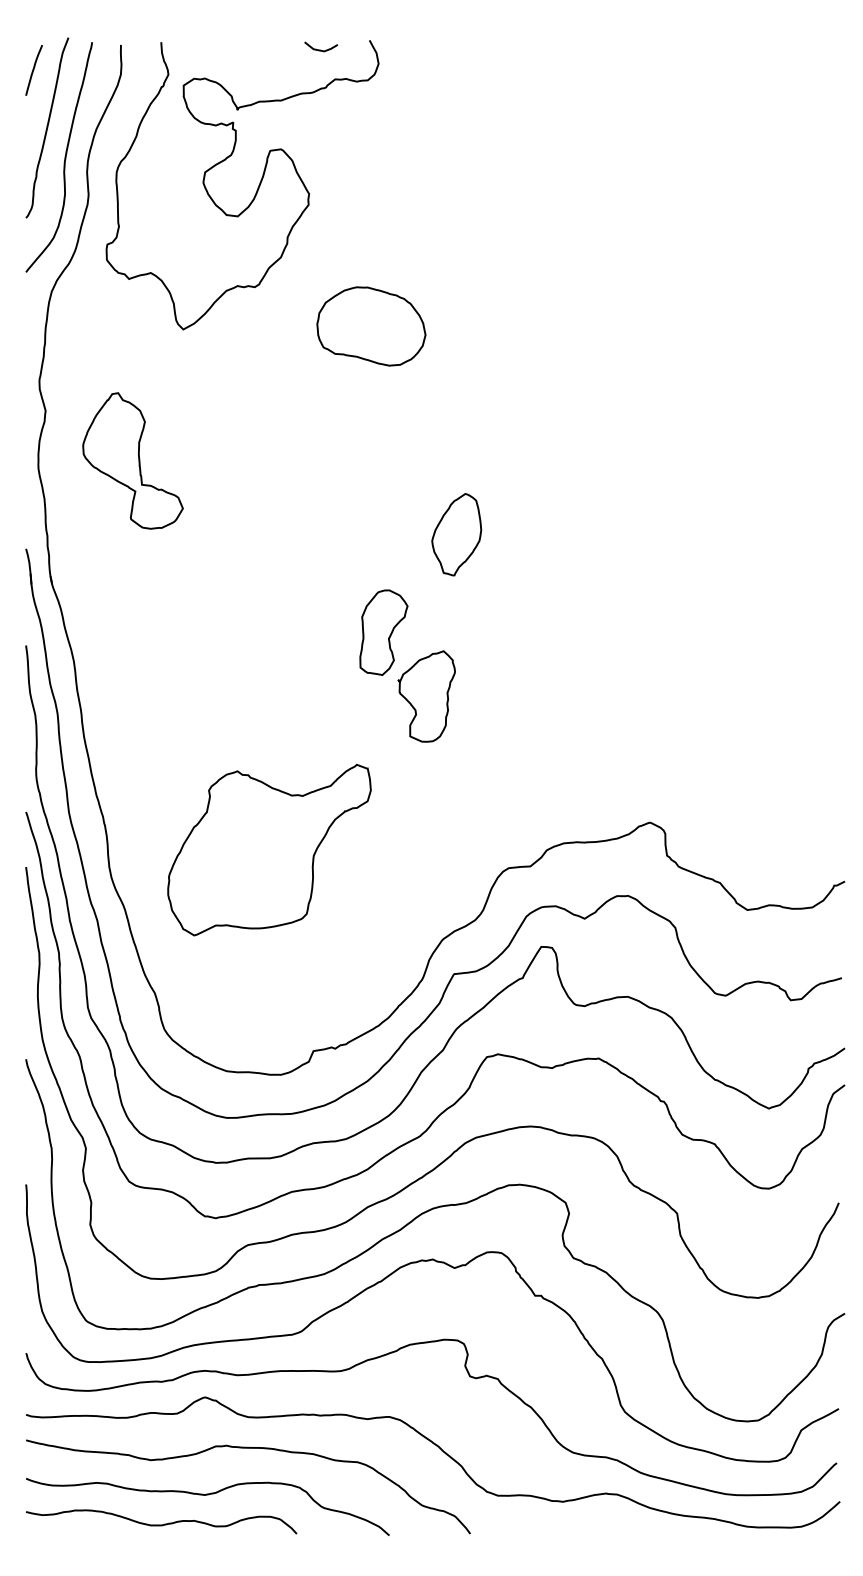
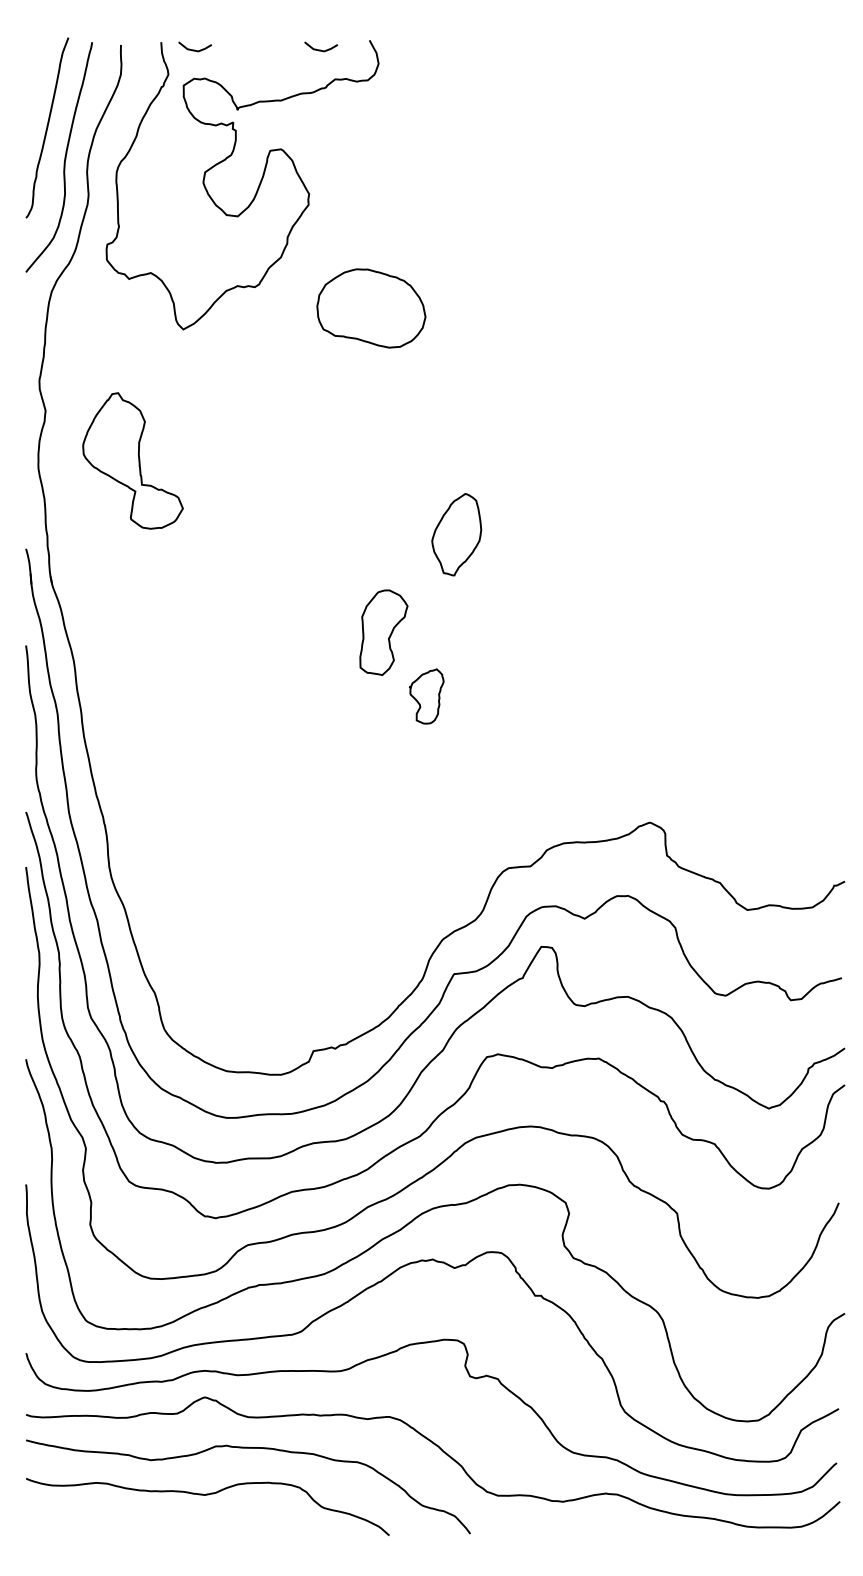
curve at (195, 49): none -> present
curve at (33, 70): present -> none
part at (371, 326) position: (371, 326) -> (371, 308)
part at (426, 696) size: 59x93 px -> 36x57 px
part at (269, 849): present -> none
curve at (161, 1524): present -> none
